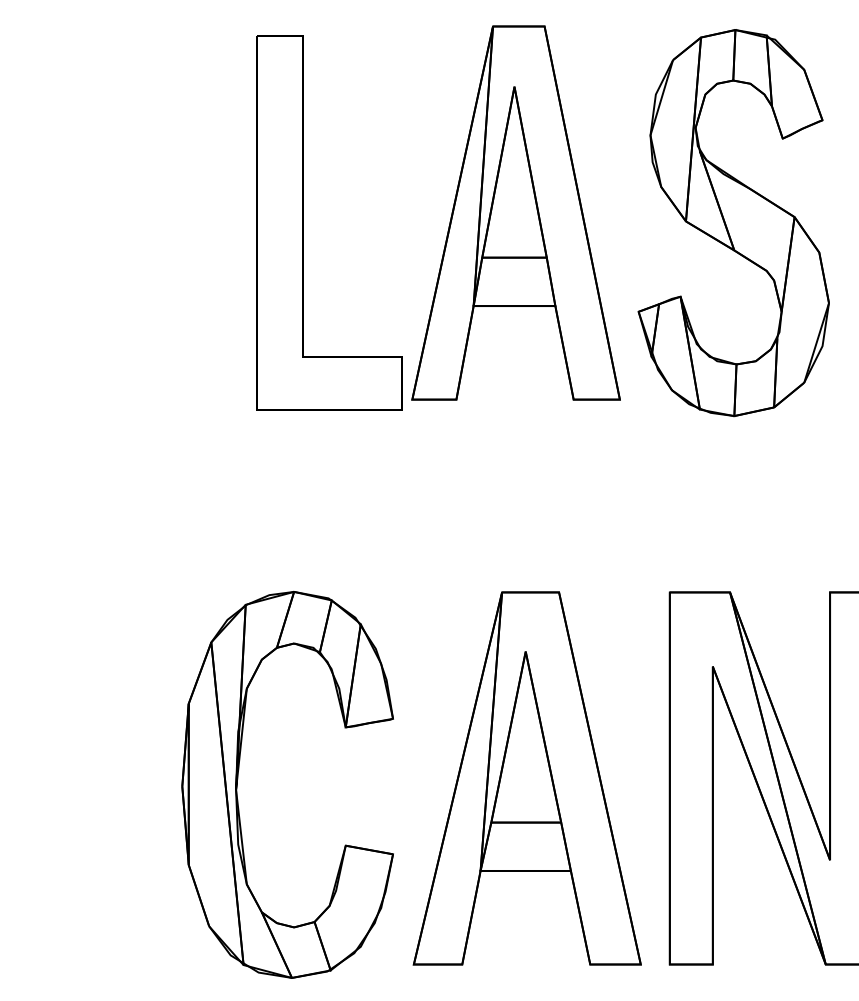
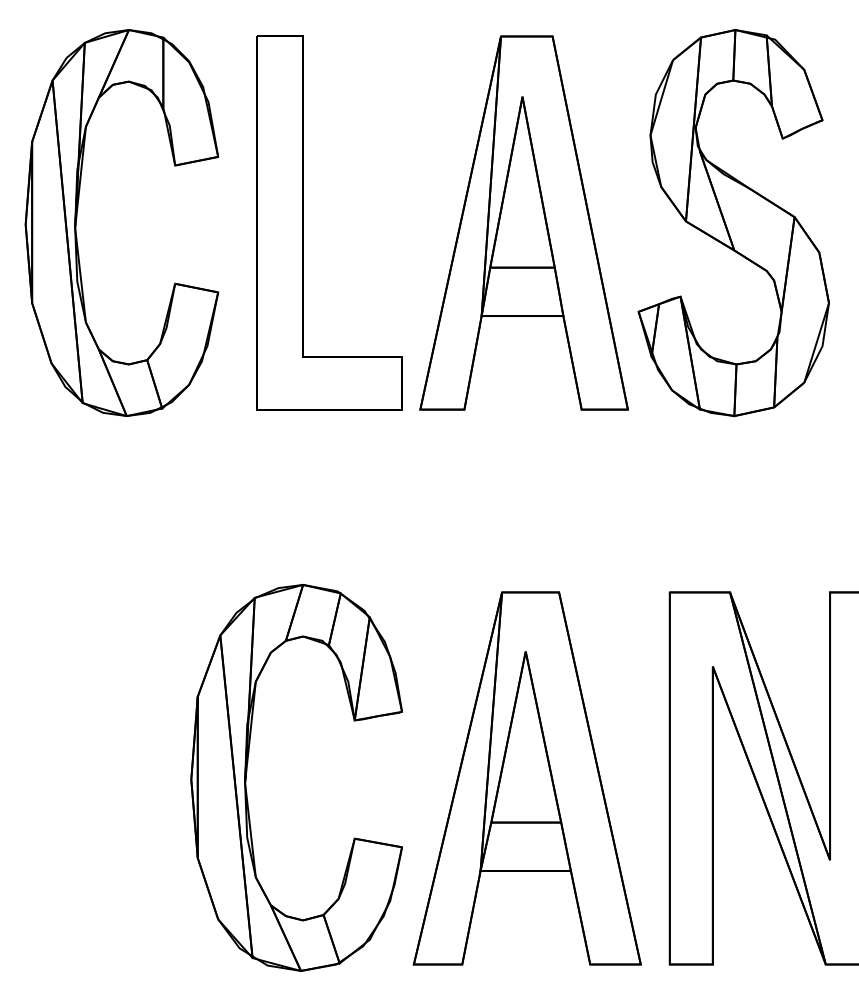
part at (515, 212) position: (515, 212) -> (523, 222)
part at (77, 218): none -> present
part at (238, 779) position: (238, 779) -> (247, 772)
